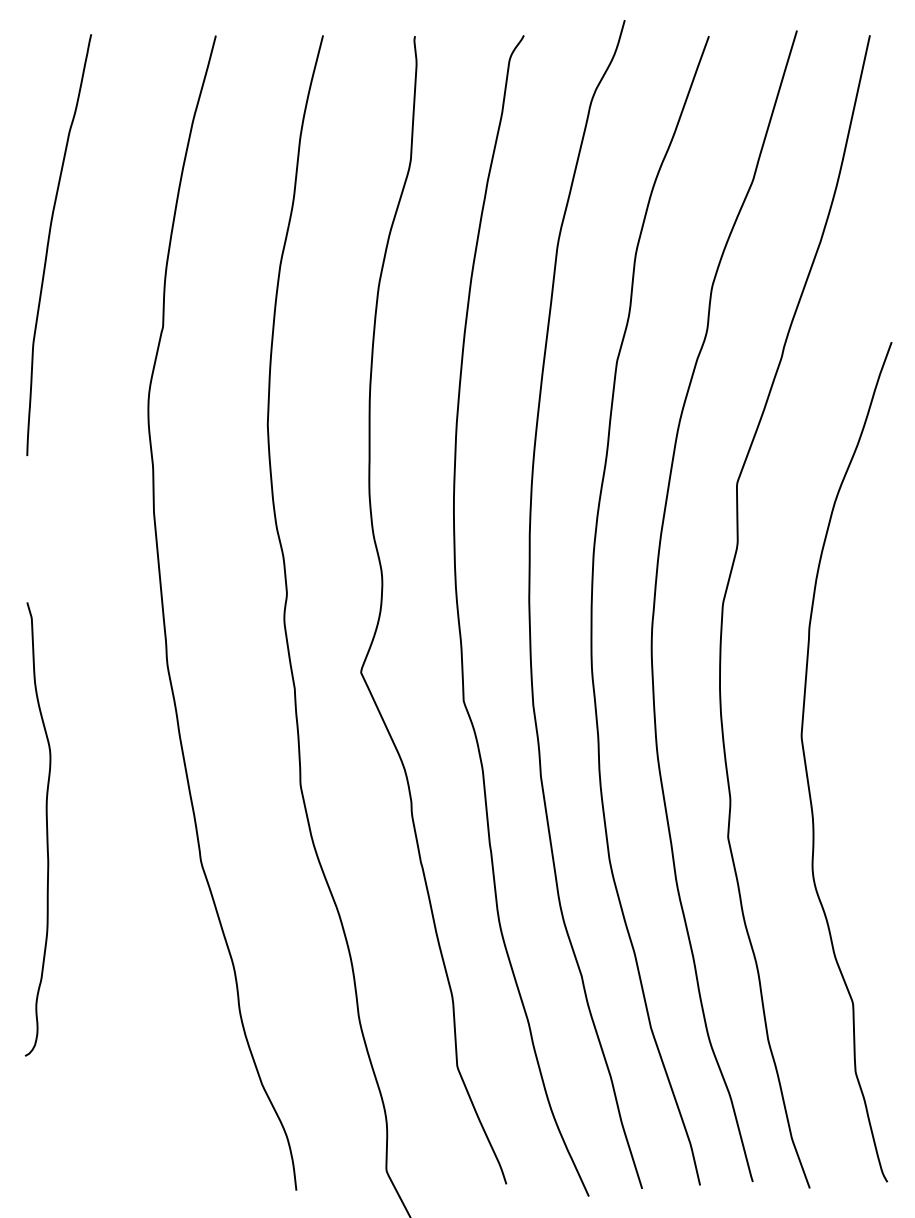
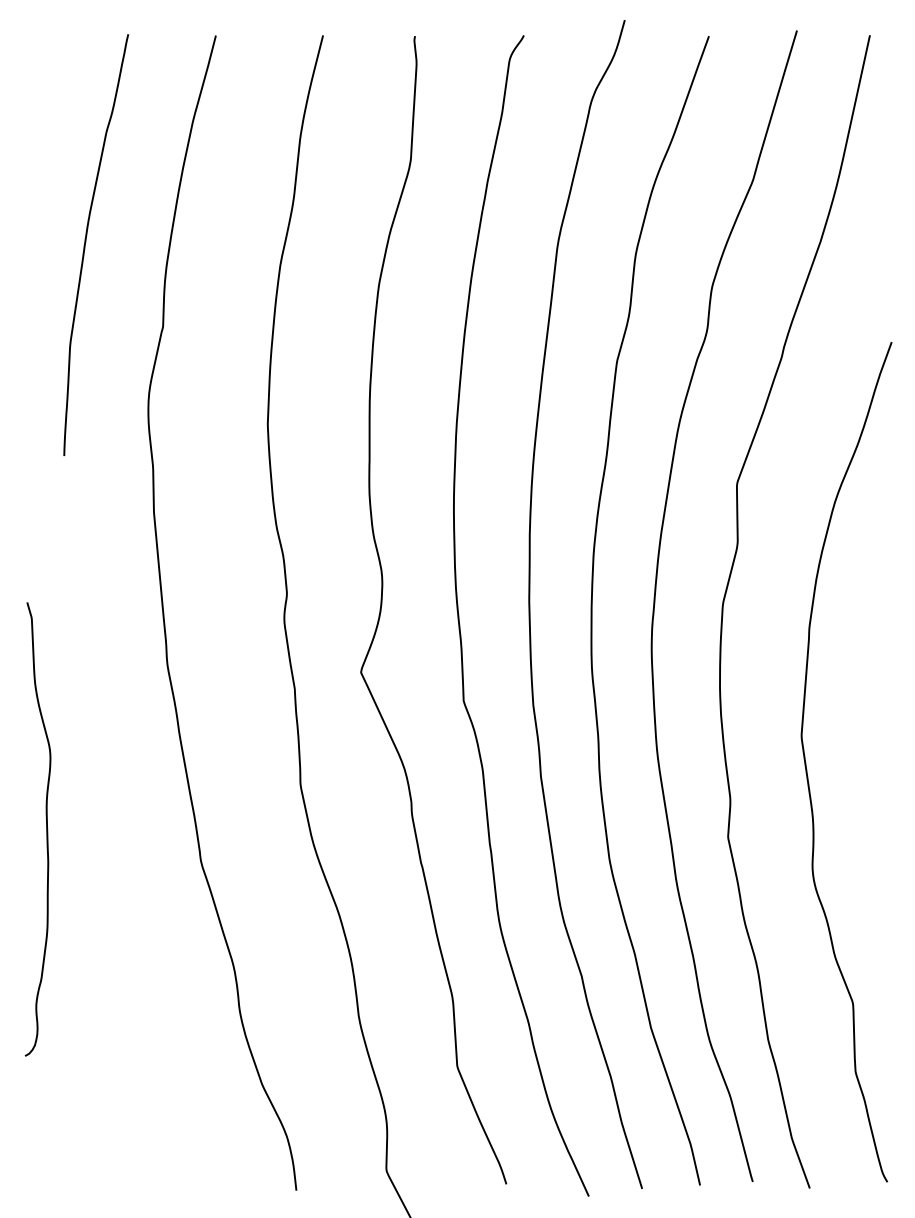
curve at (49, 242) position: (49, 242) -> (86, 242)
